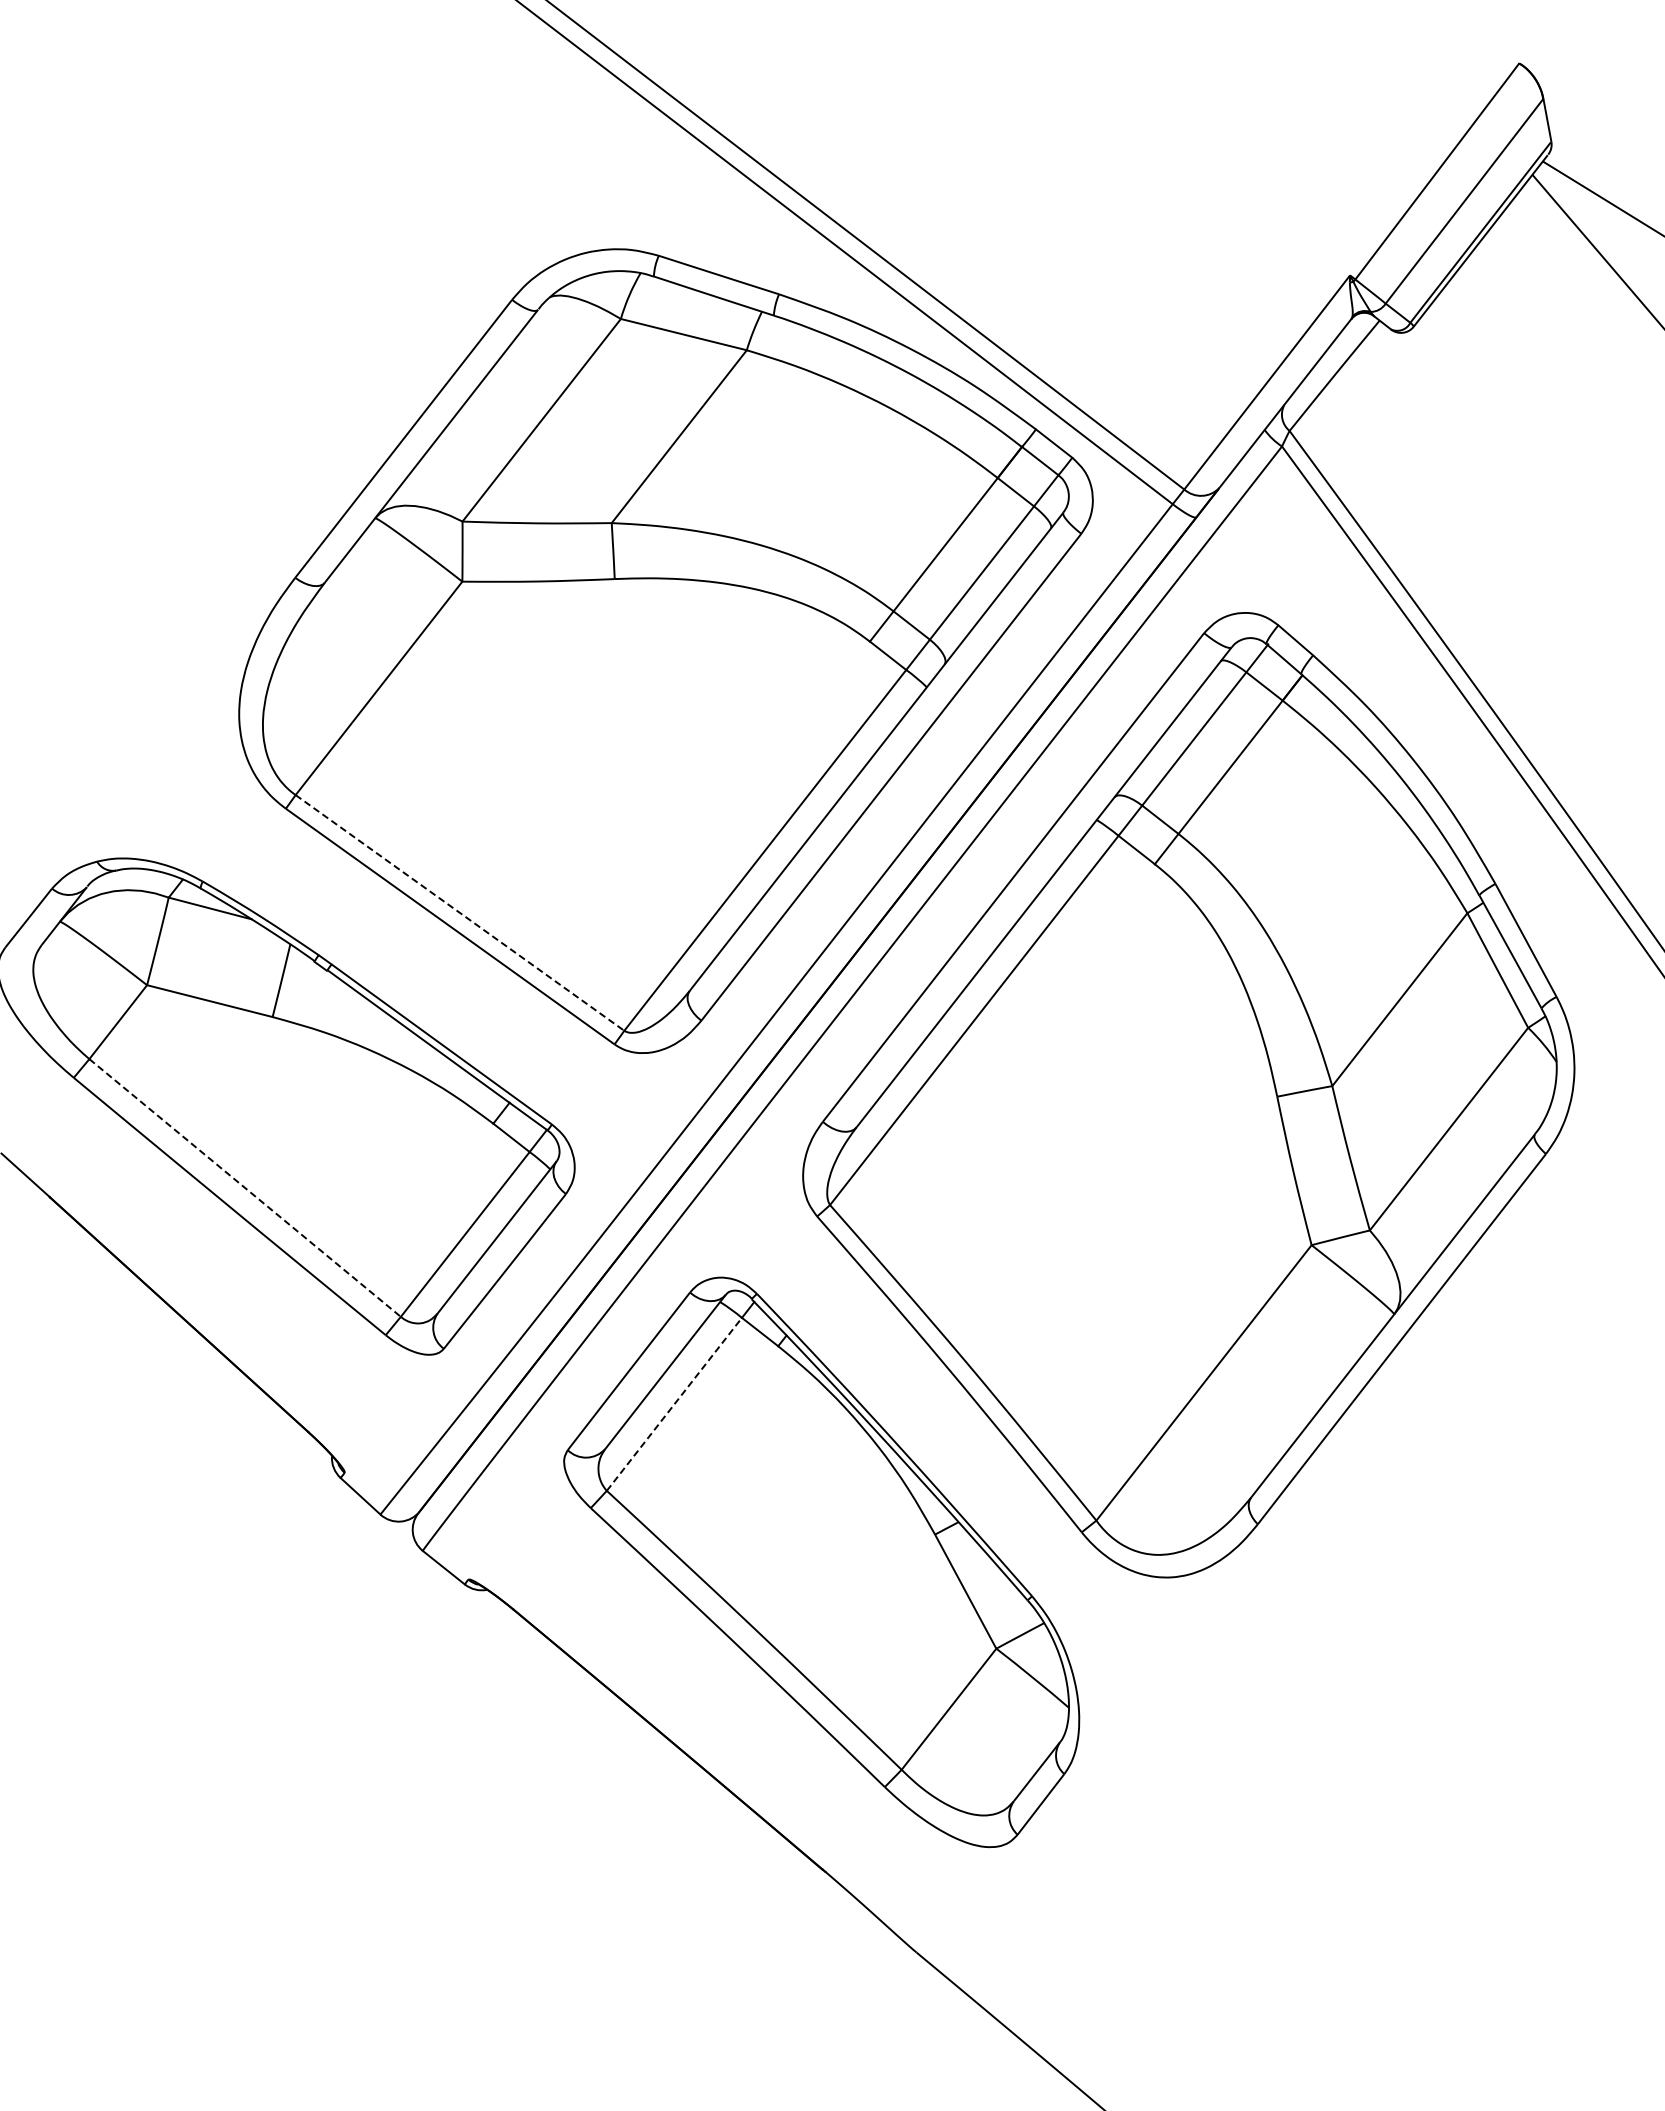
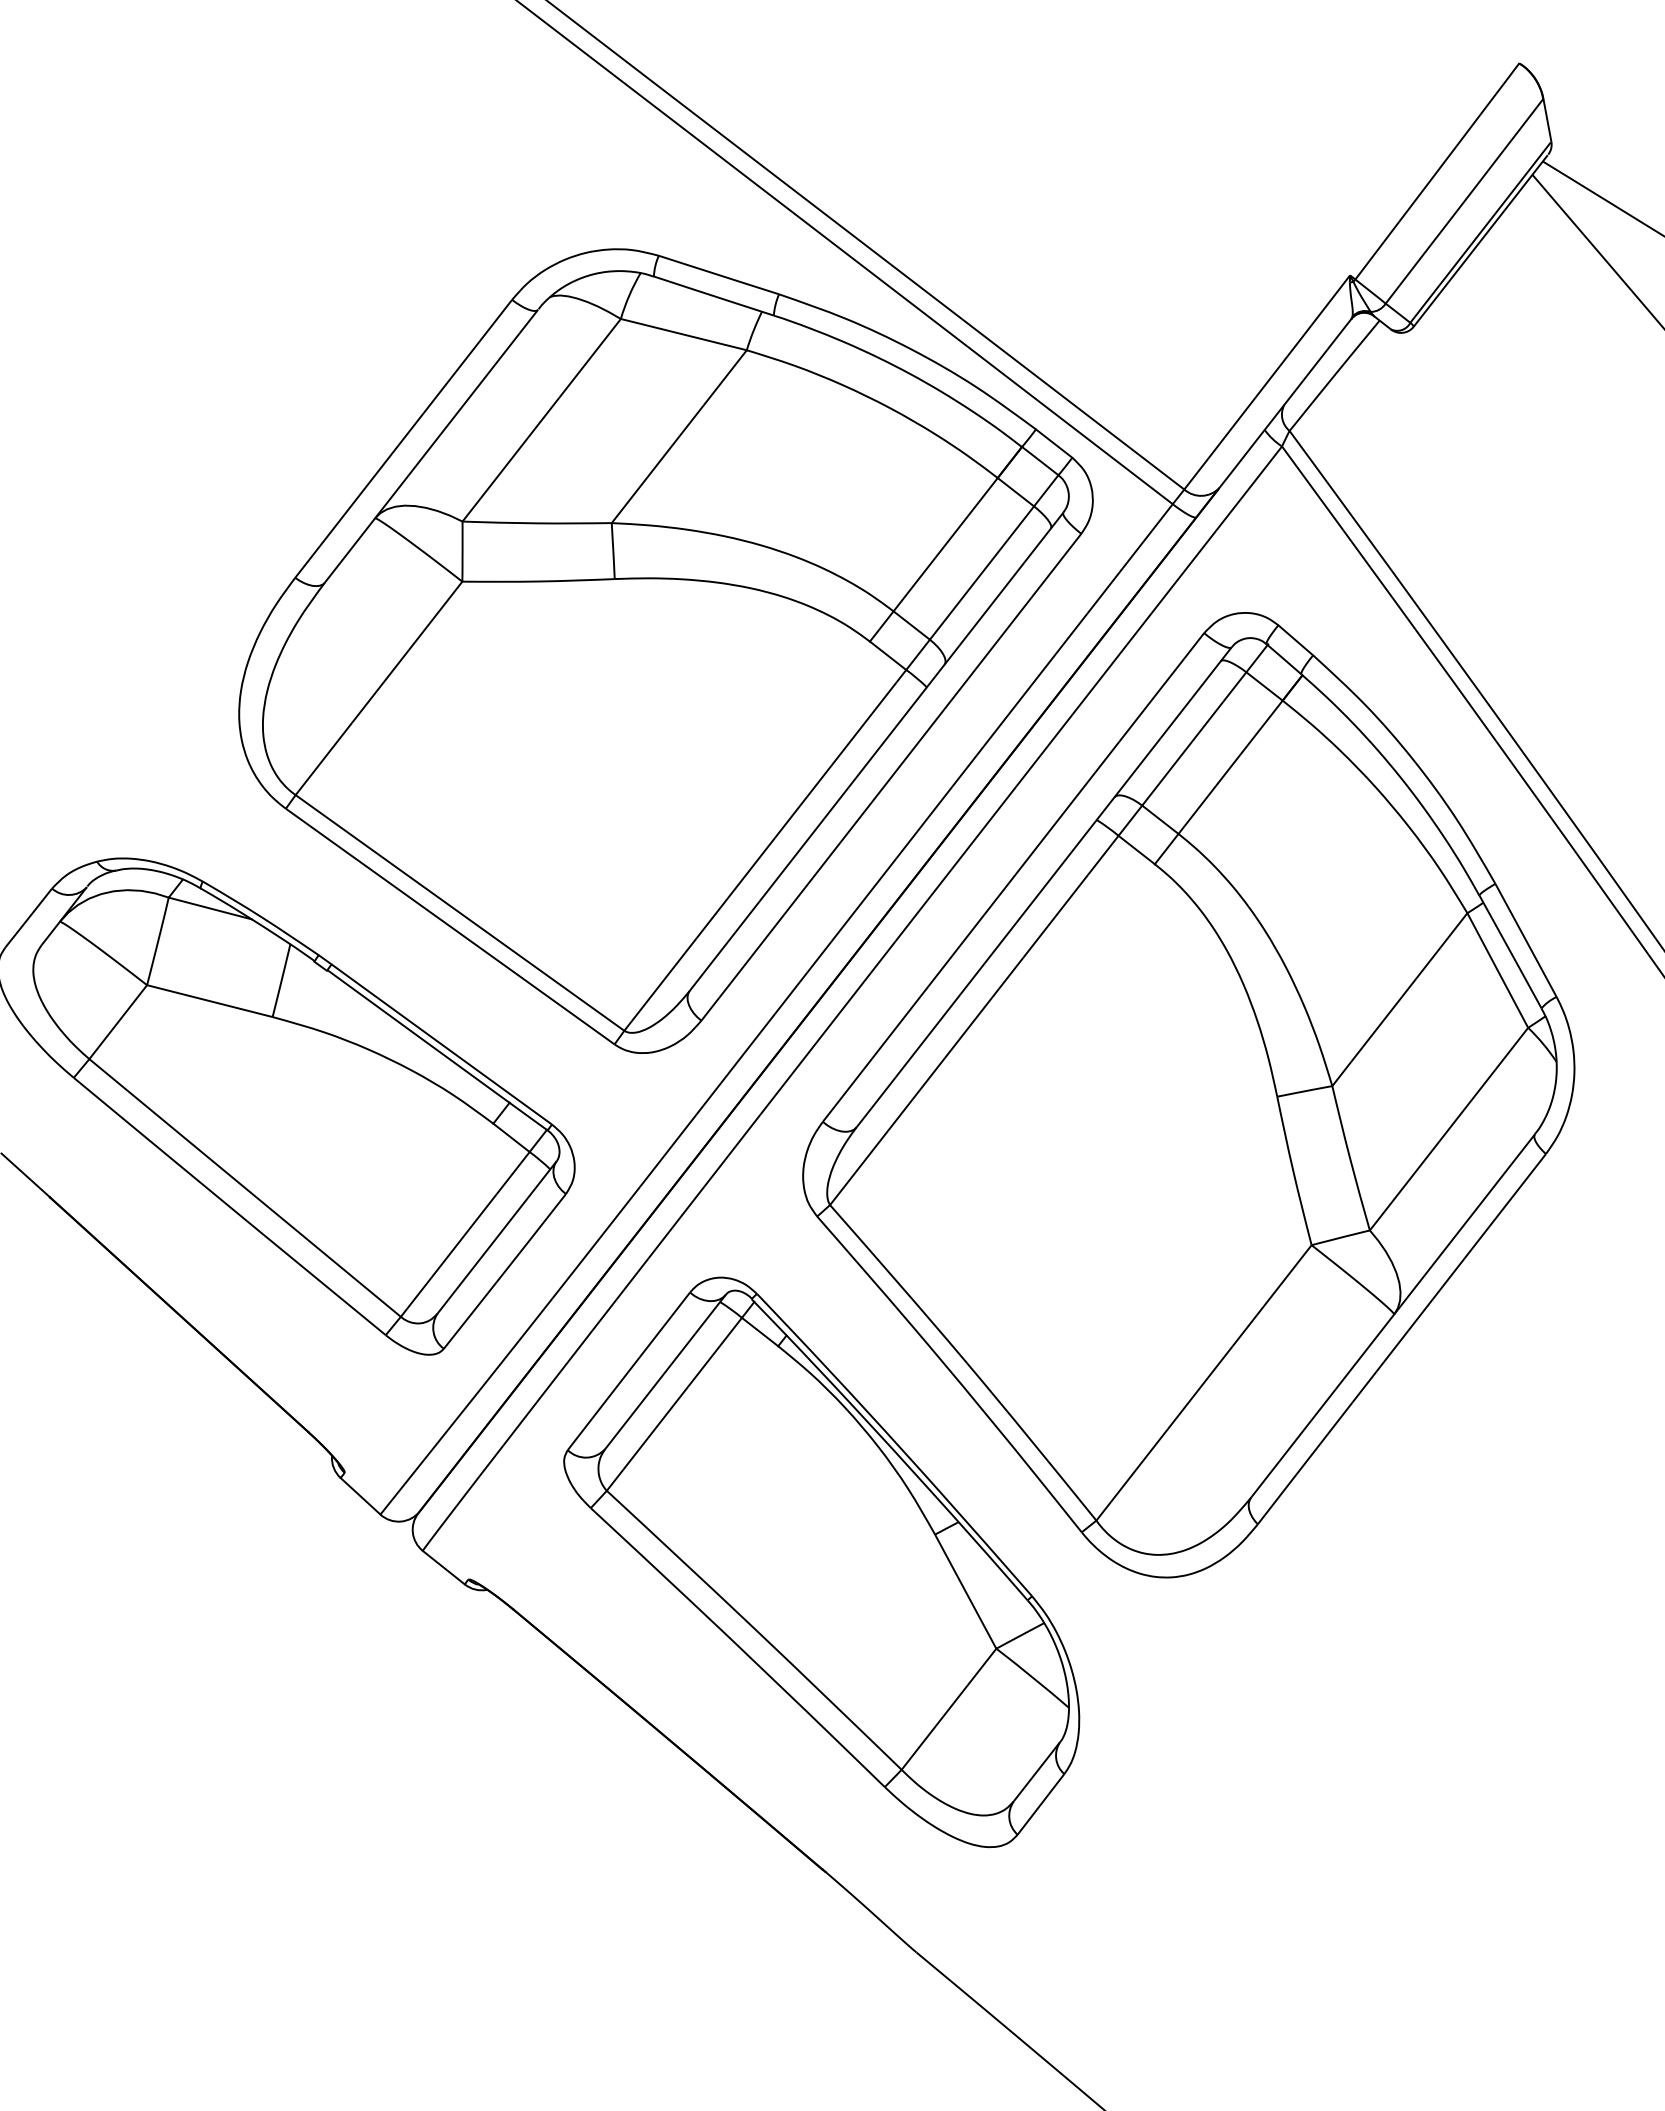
line at (460, 913): dashed -> solid
line at (245, 1188): dashed -> solid
line at (674, 1404): dashed -> solid
